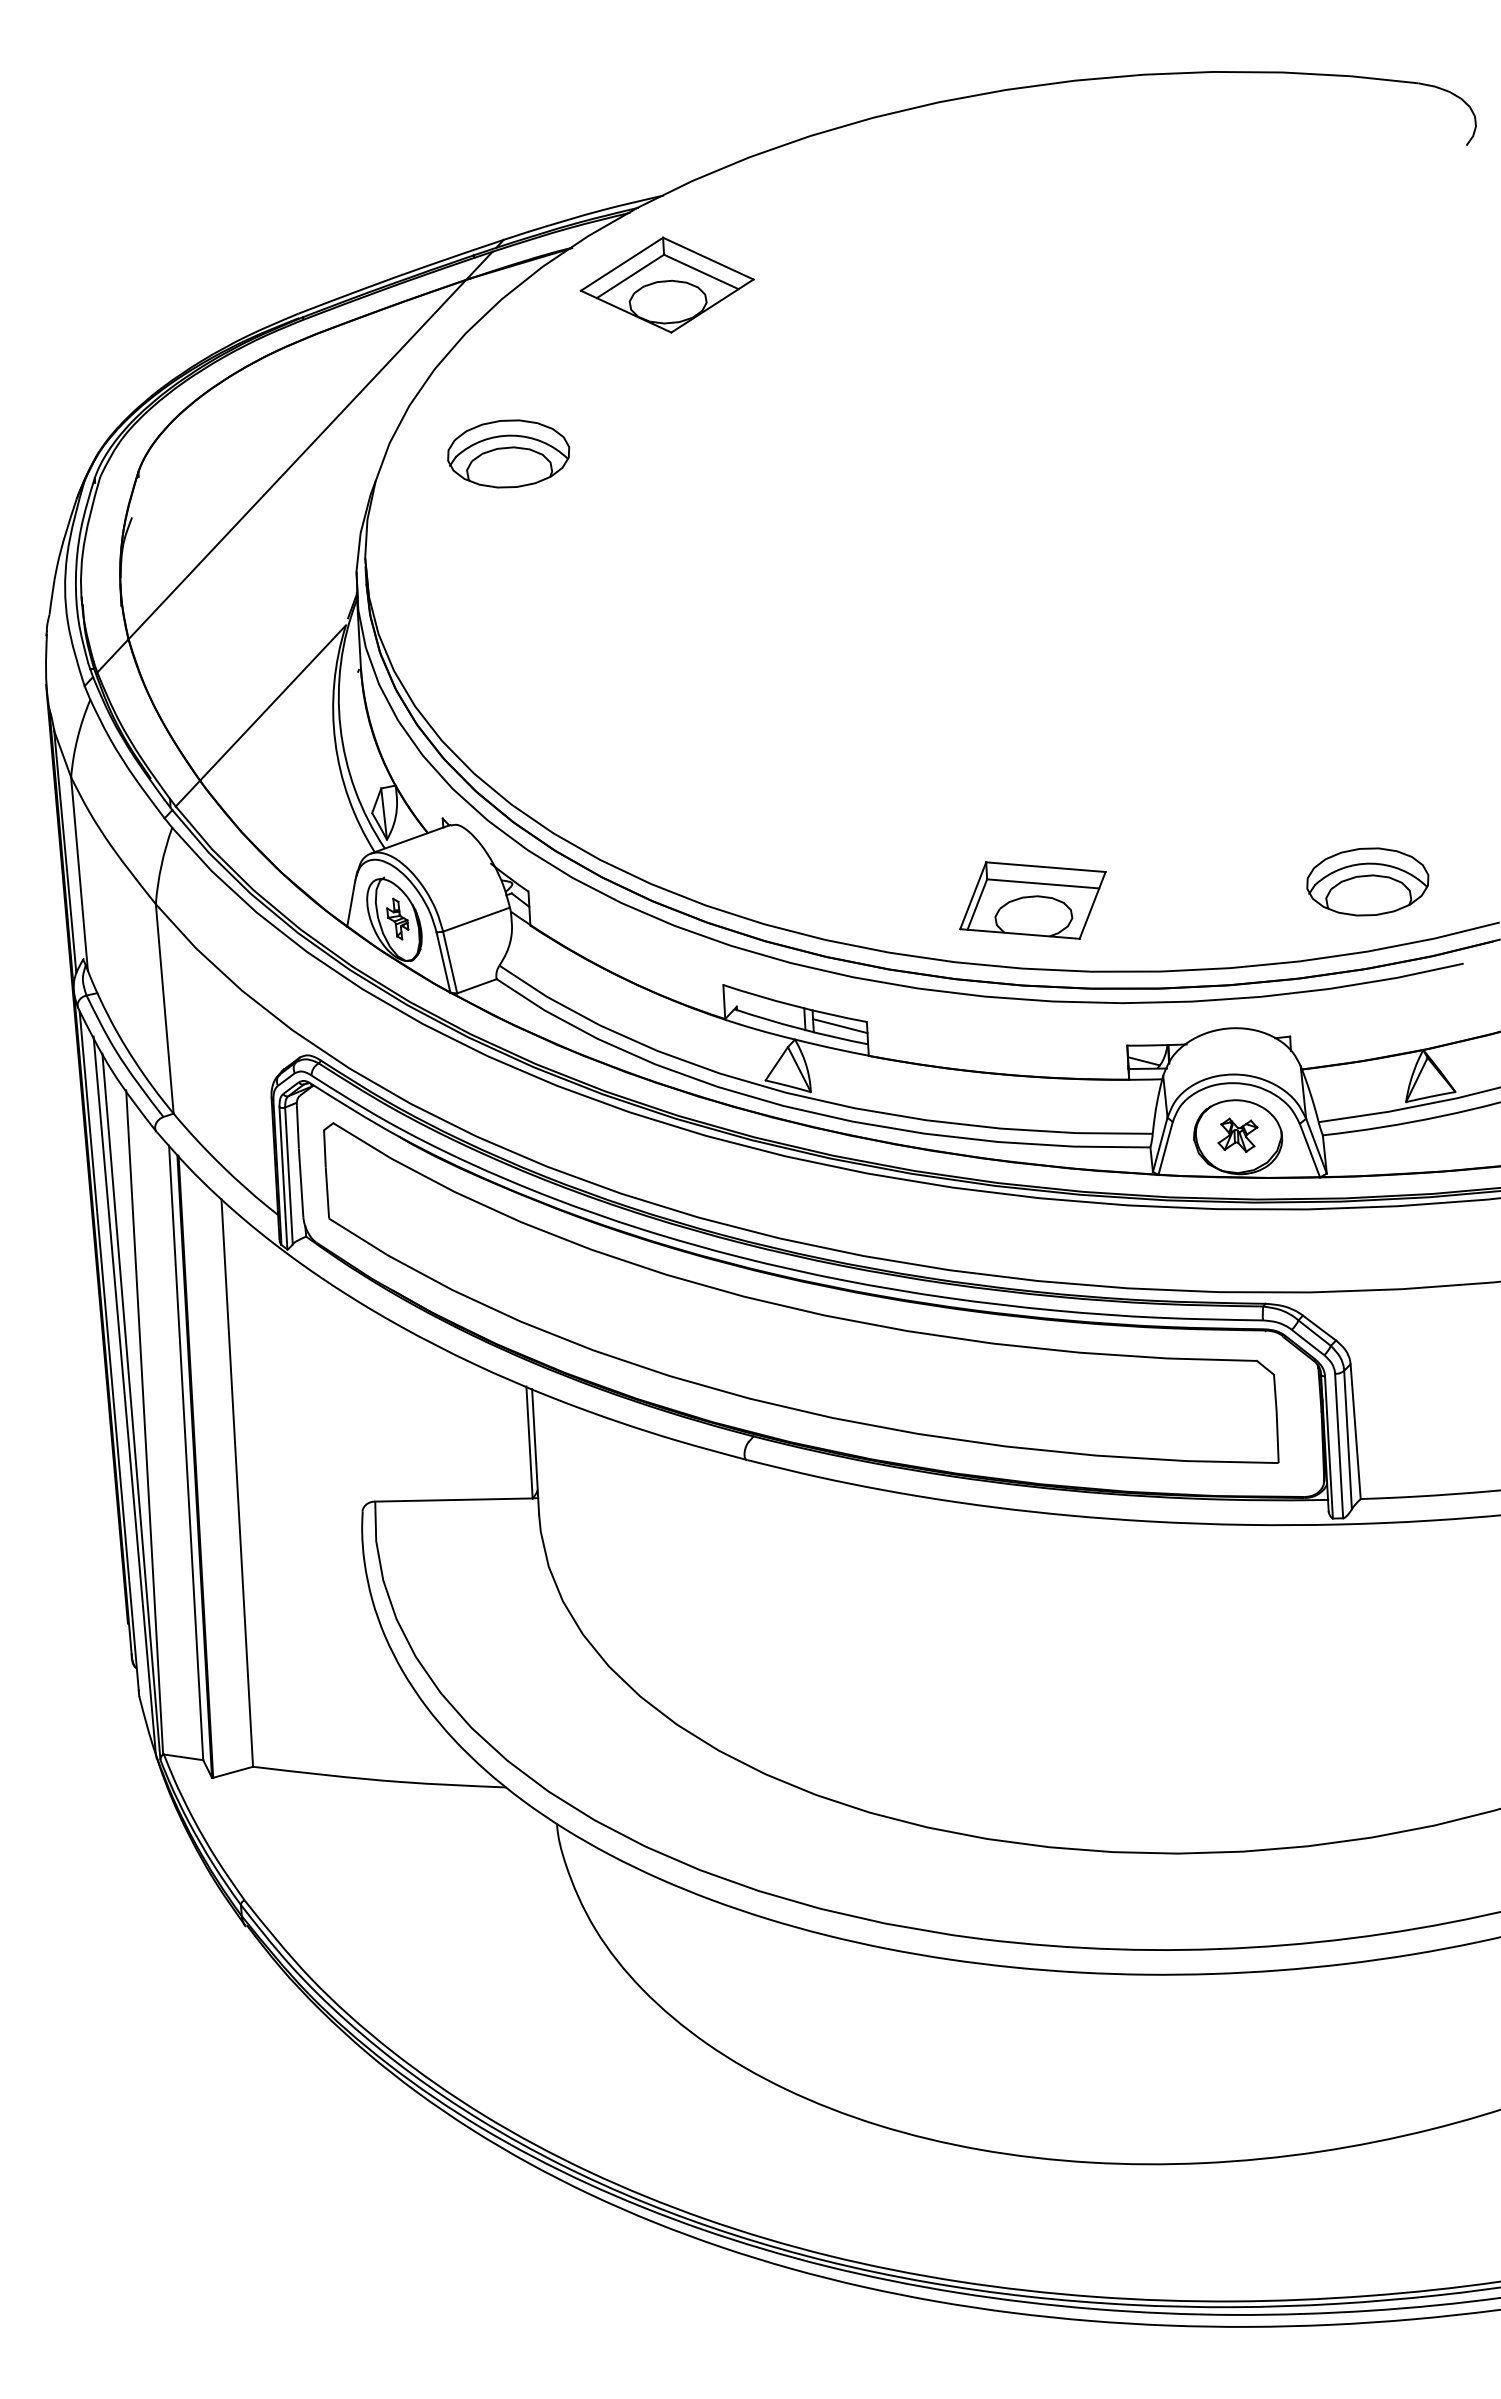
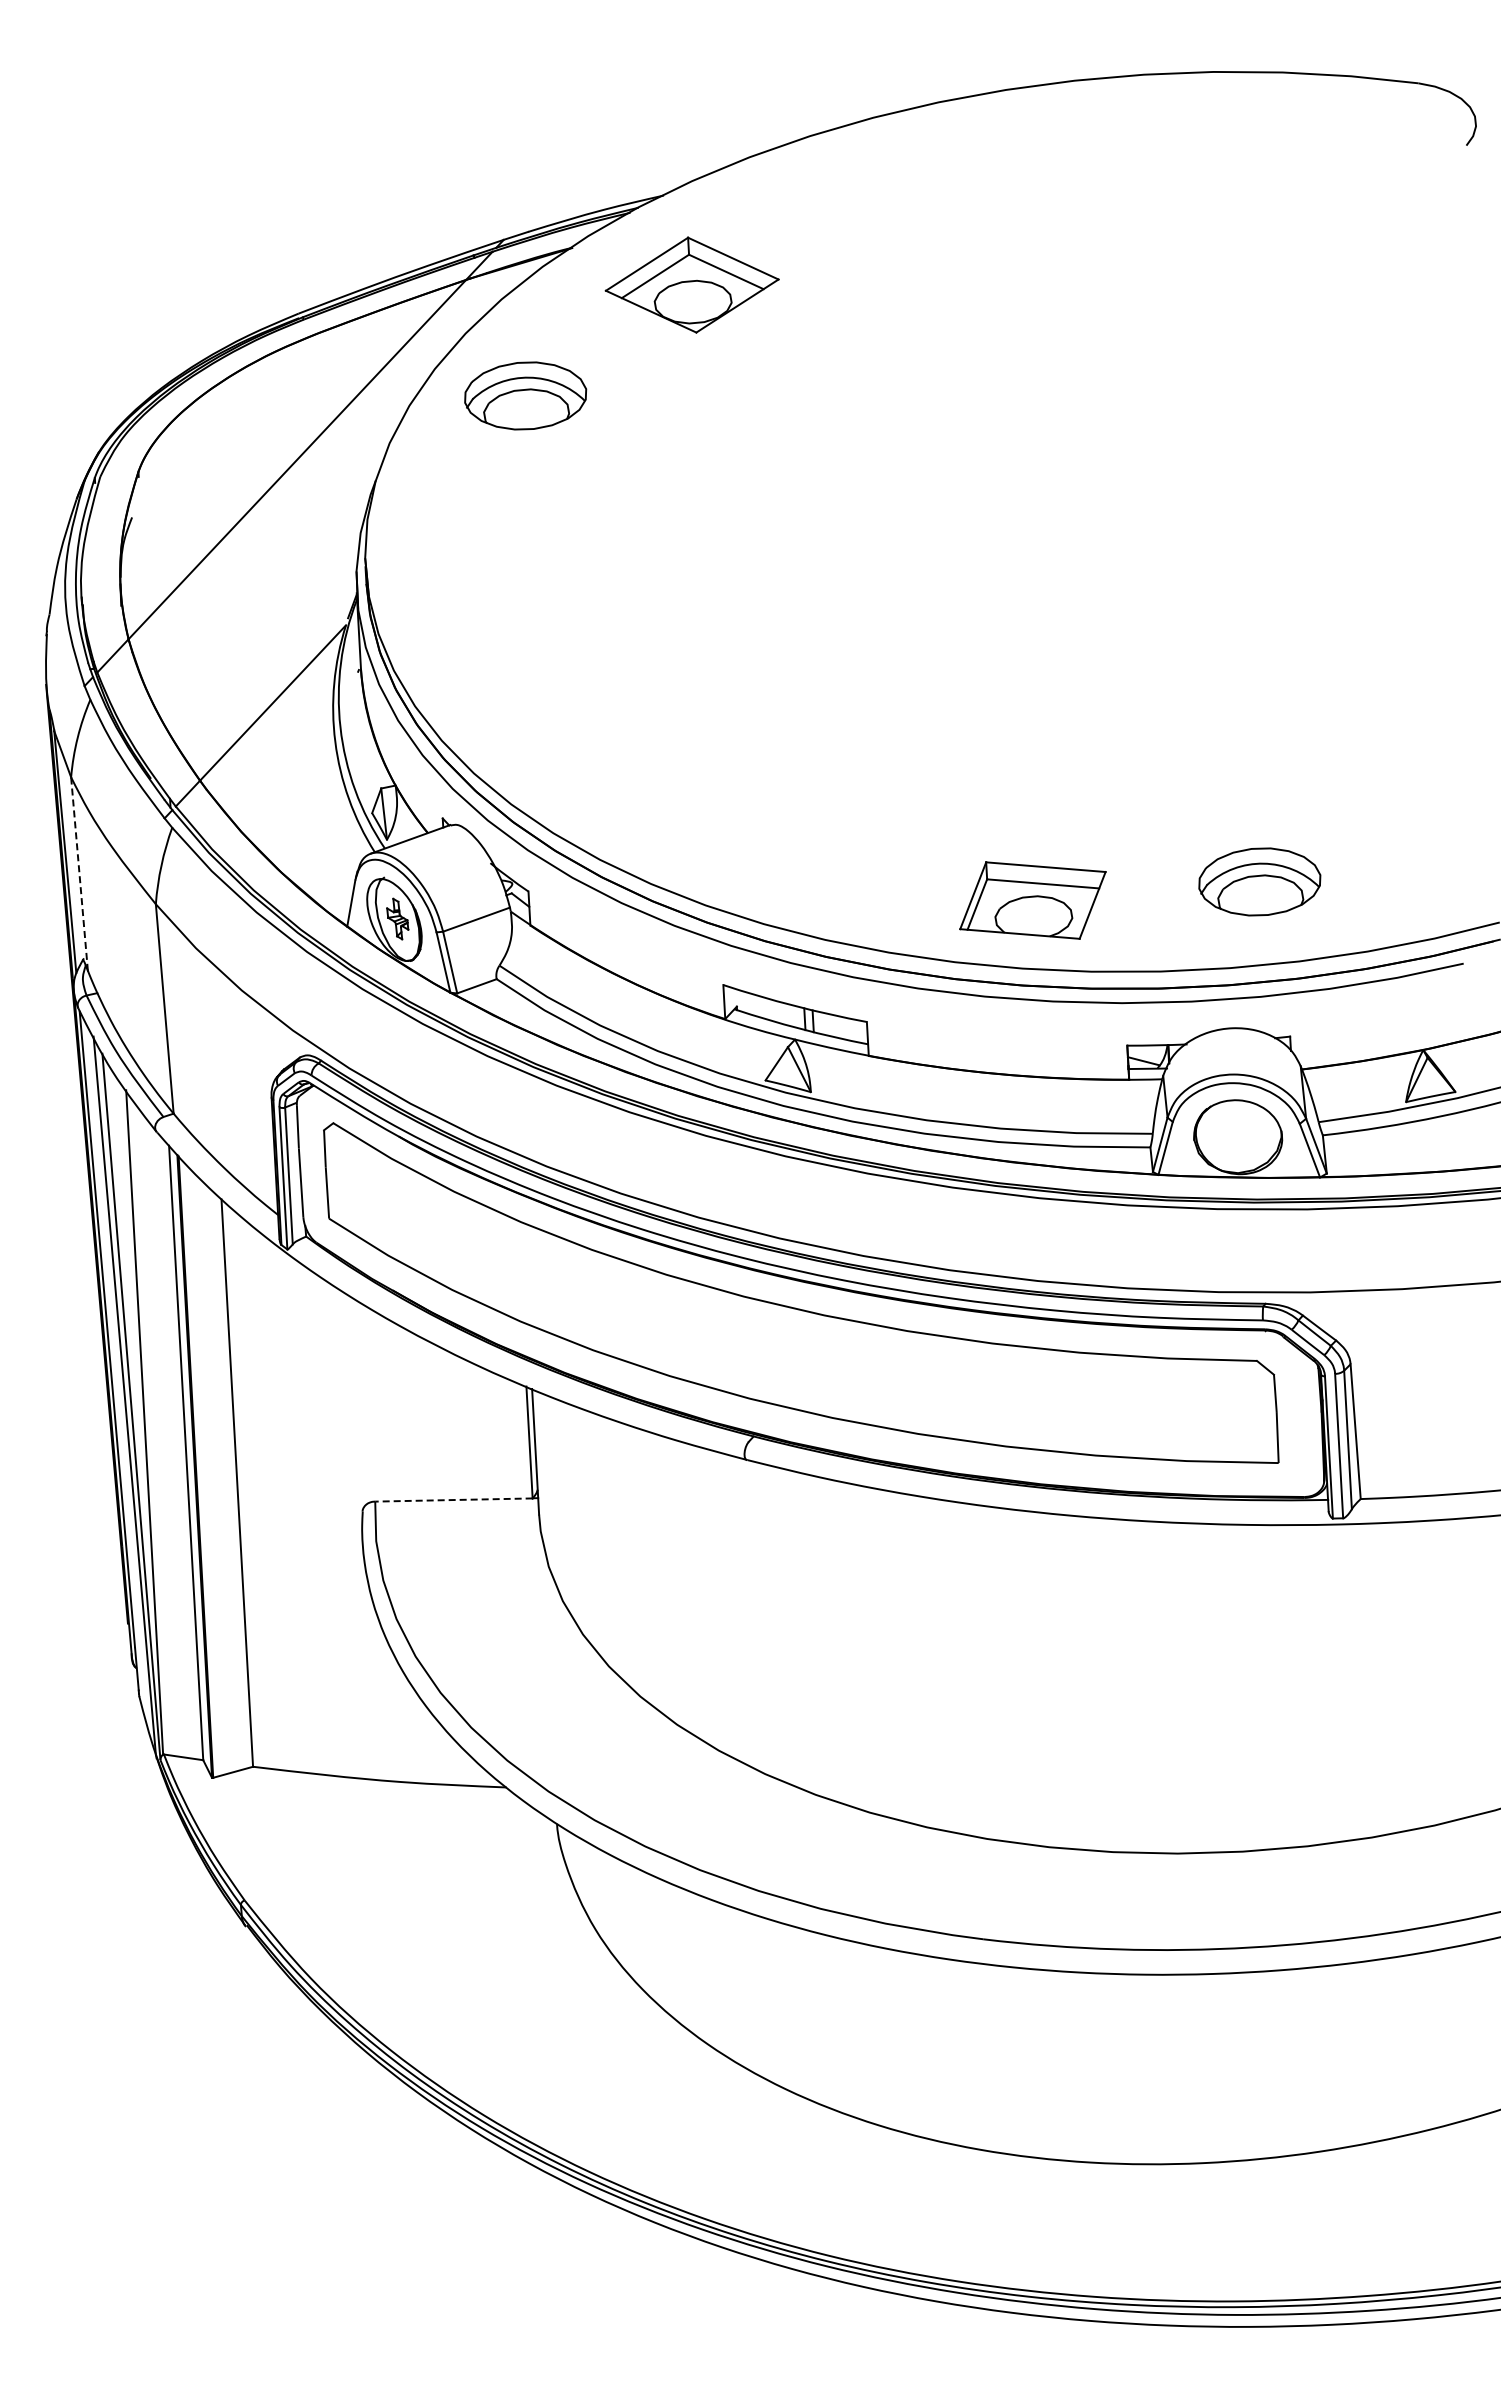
part at (666, 284) position: (666, 284) -> (691, 284)
part at (508, 453) position: (508, 453) -> (525, 395)
line at (79, 873): solid -> dashed
part at (1367, 881) position: (1367, 881) -> (1259, 881)
line at (840, 1026): present -> none
part at (1237, 1134): present -> none
line at (453, 1500): solid -> dashed
